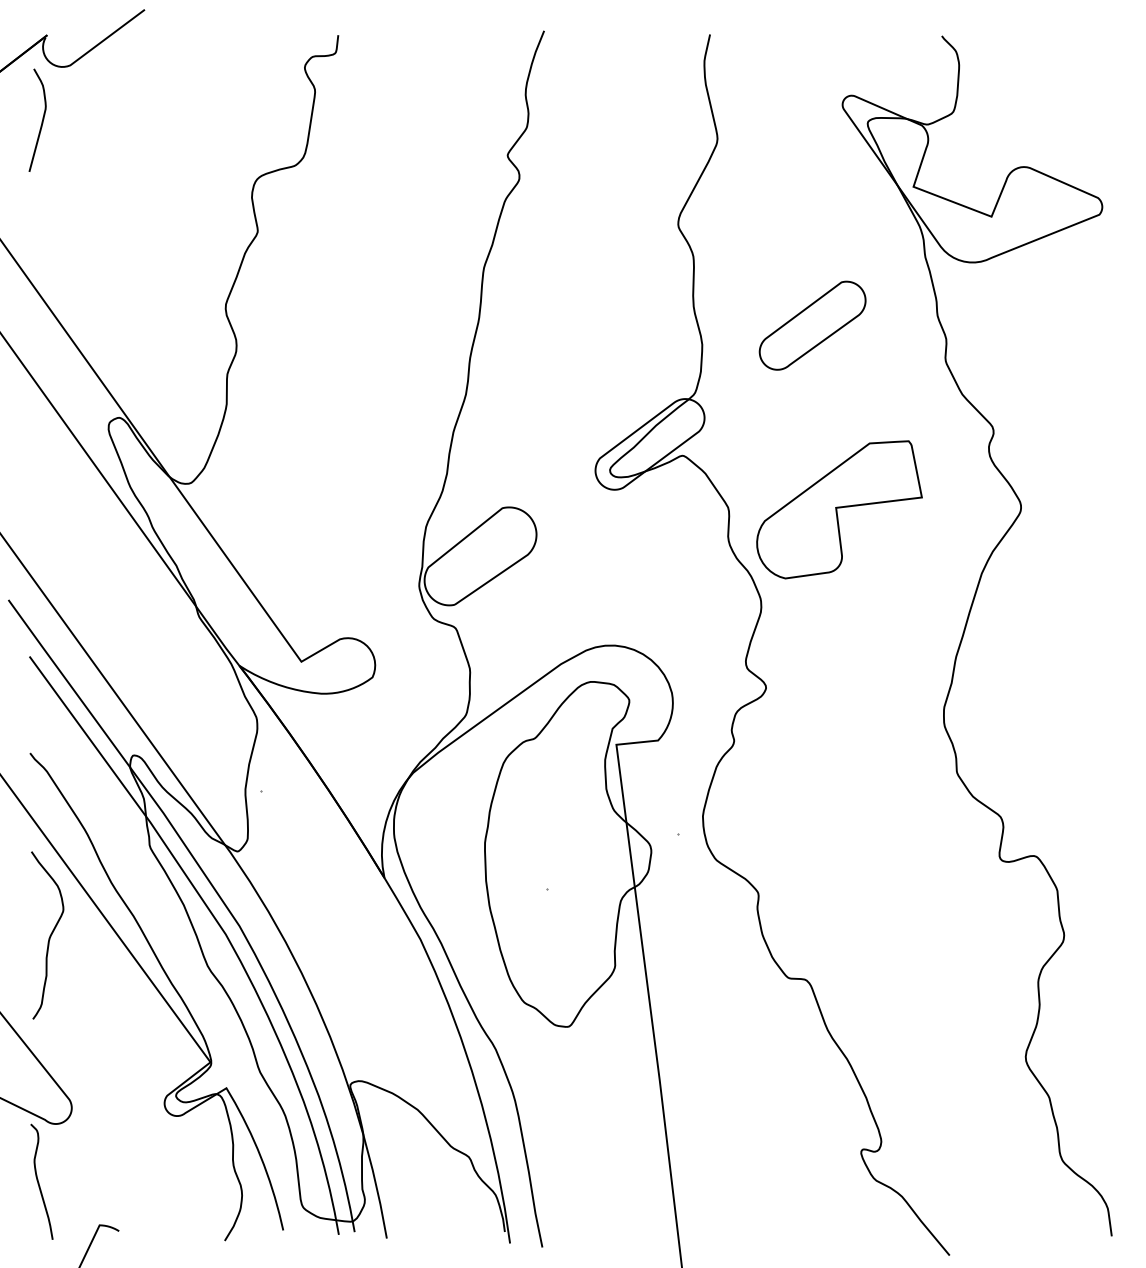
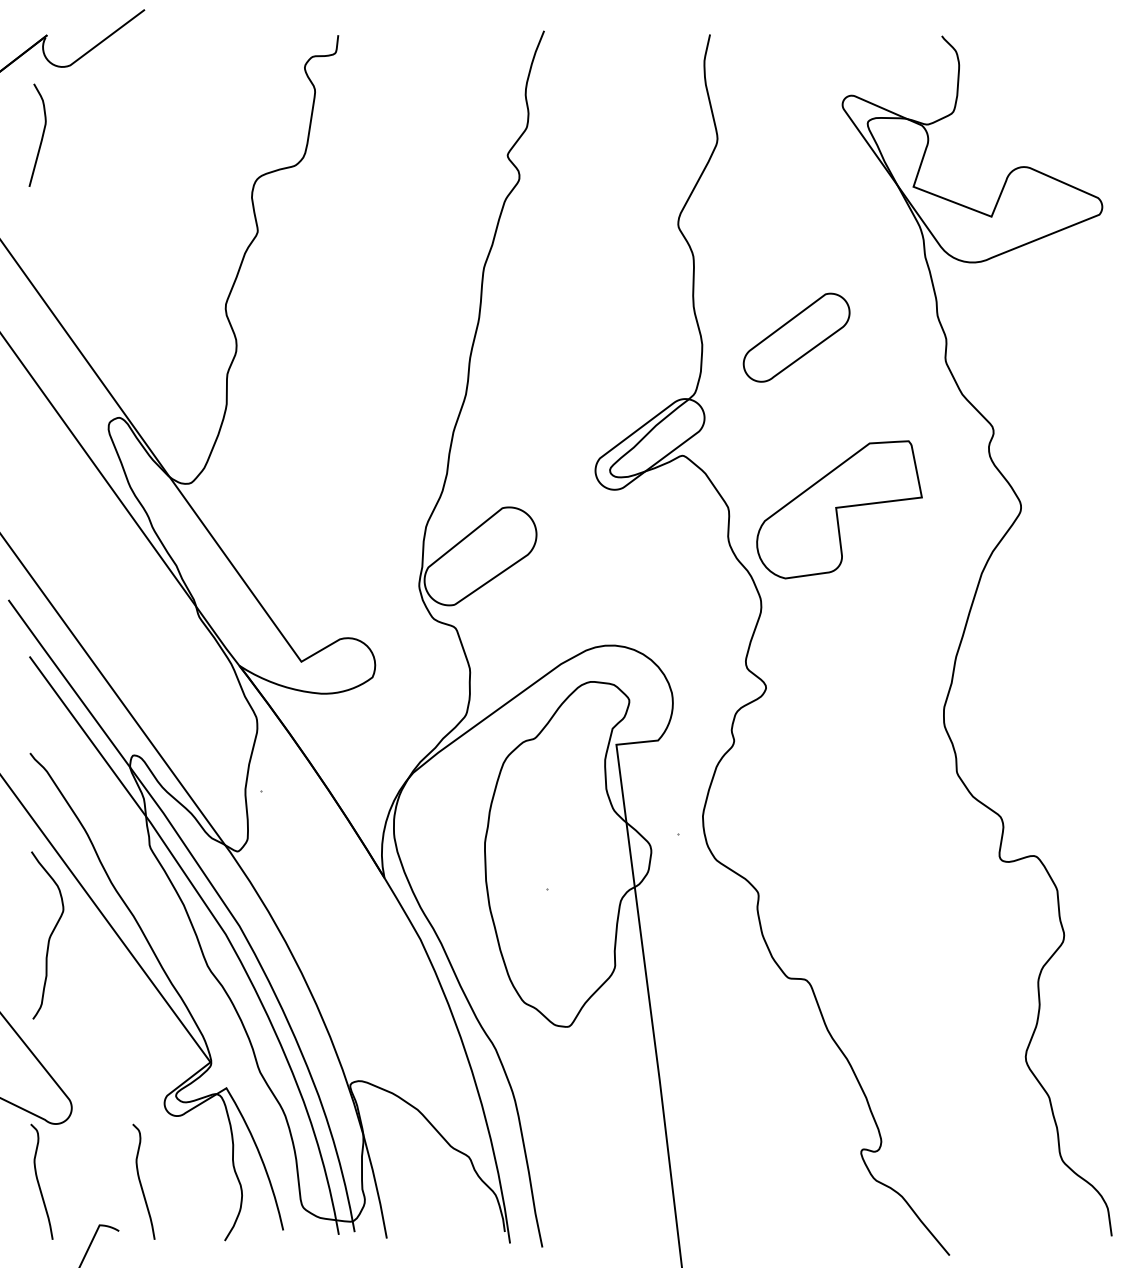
curve at (41, 121) position: (41, 121) -> (41, 136)
part at (812, 325) position: (812, 325) -> (796, 337)
curve at (141, 1182): none -> present
